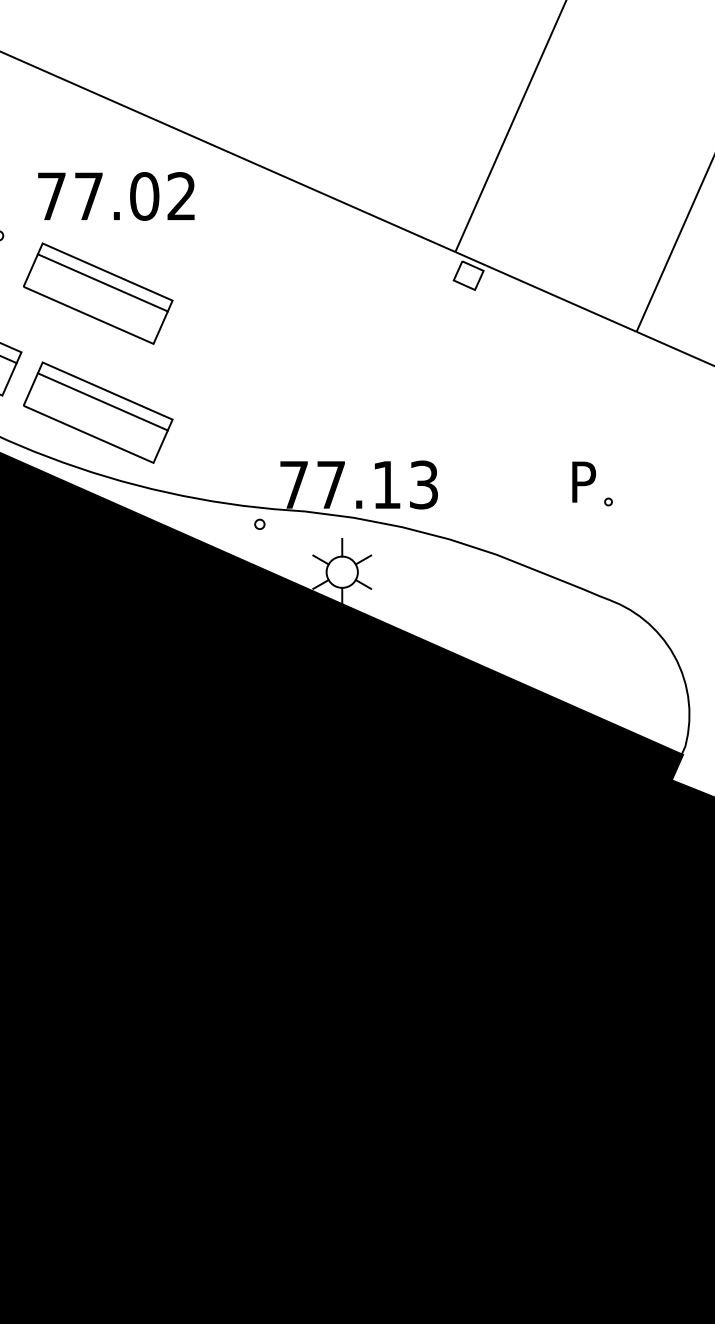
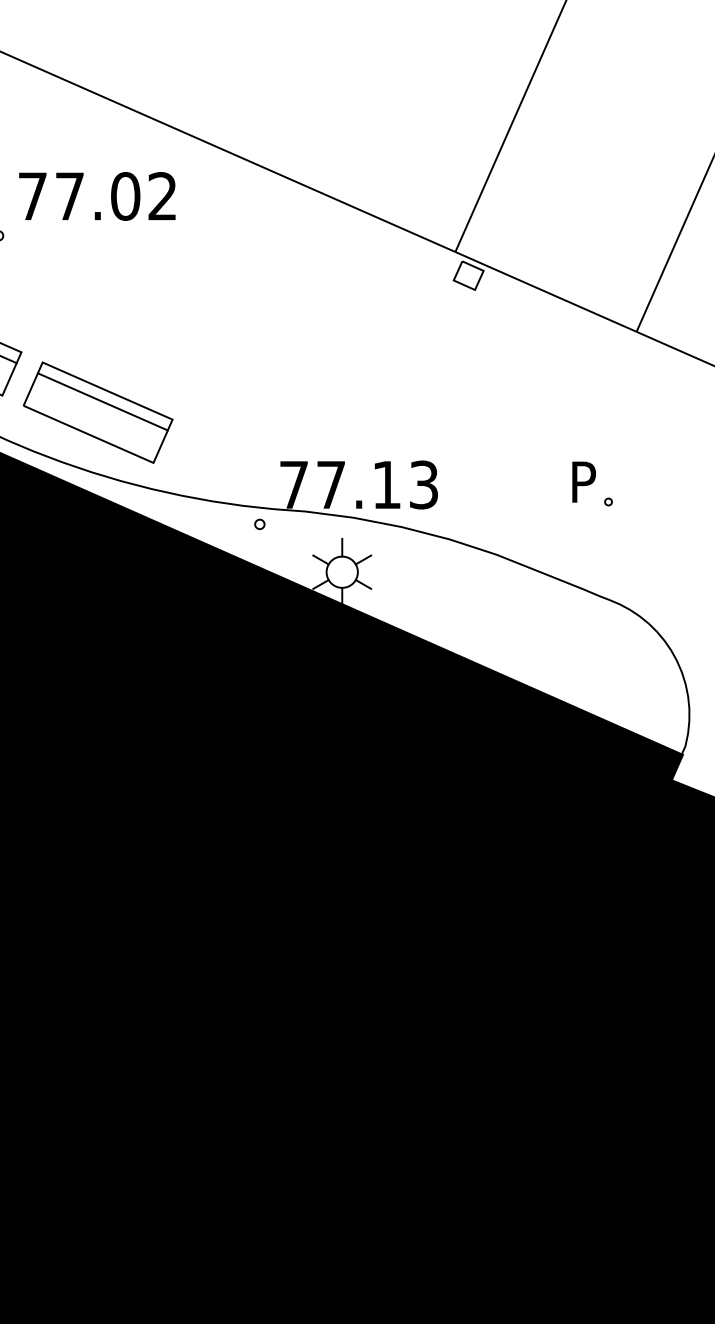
text at (116, 196) position: (116, 196) -> (97, 196)
part at (98, 293): present -> none
